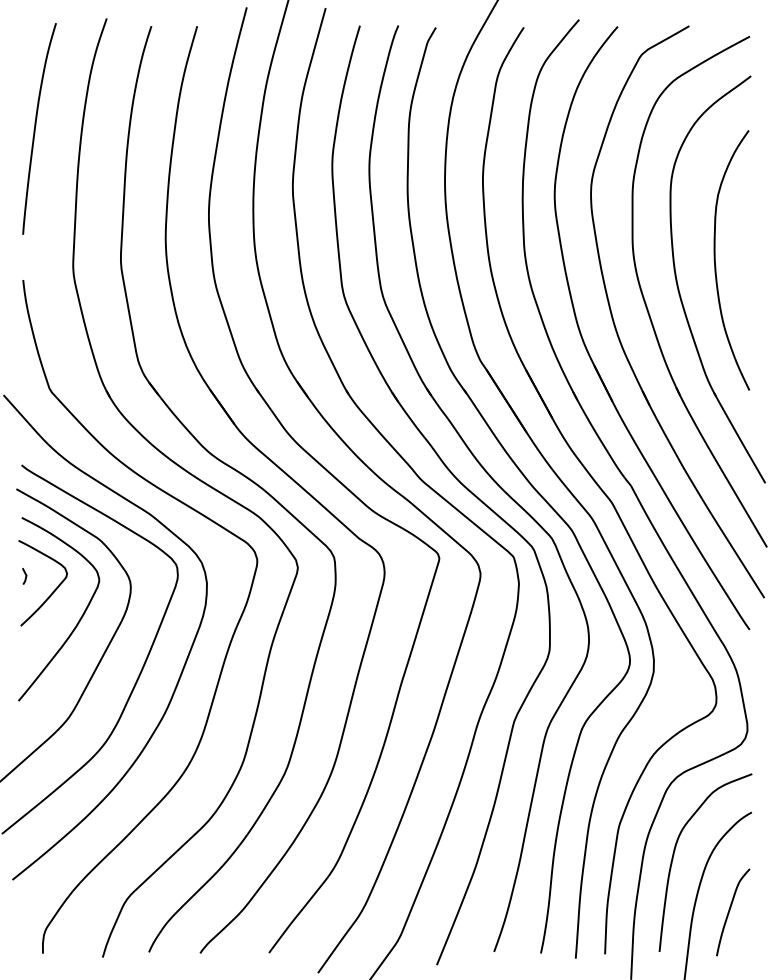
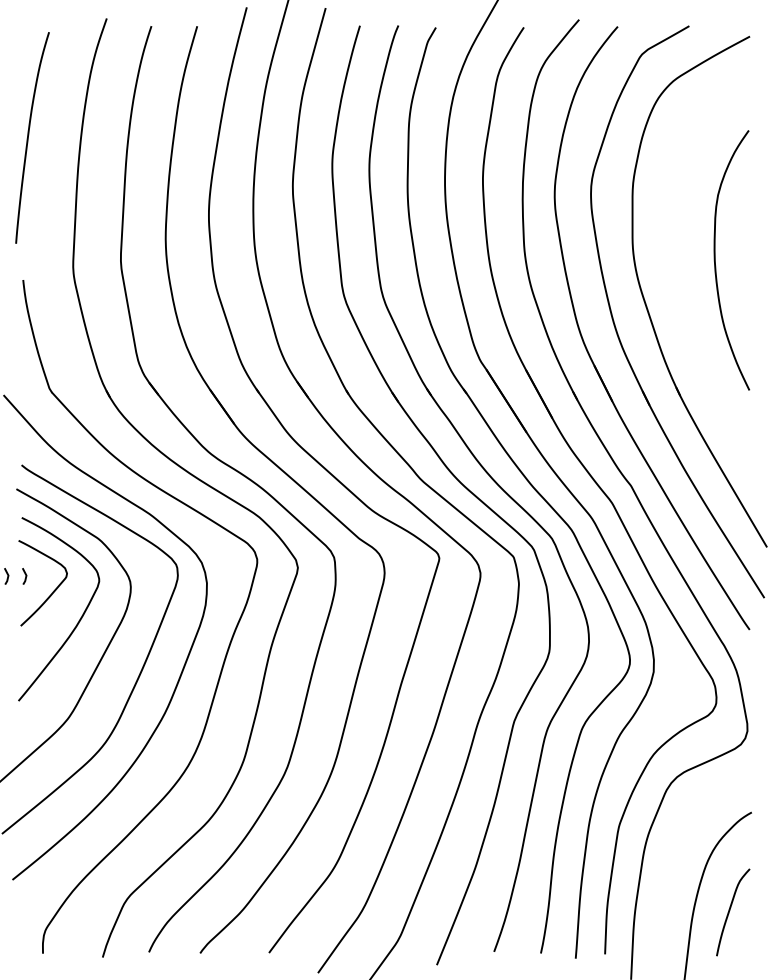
curve at (36, 126) position: (36, 126) -> (29, 135)
part at (679, 288): present -> none
line at (7, 576): none -> present
curve at (674, 855): present -> none
